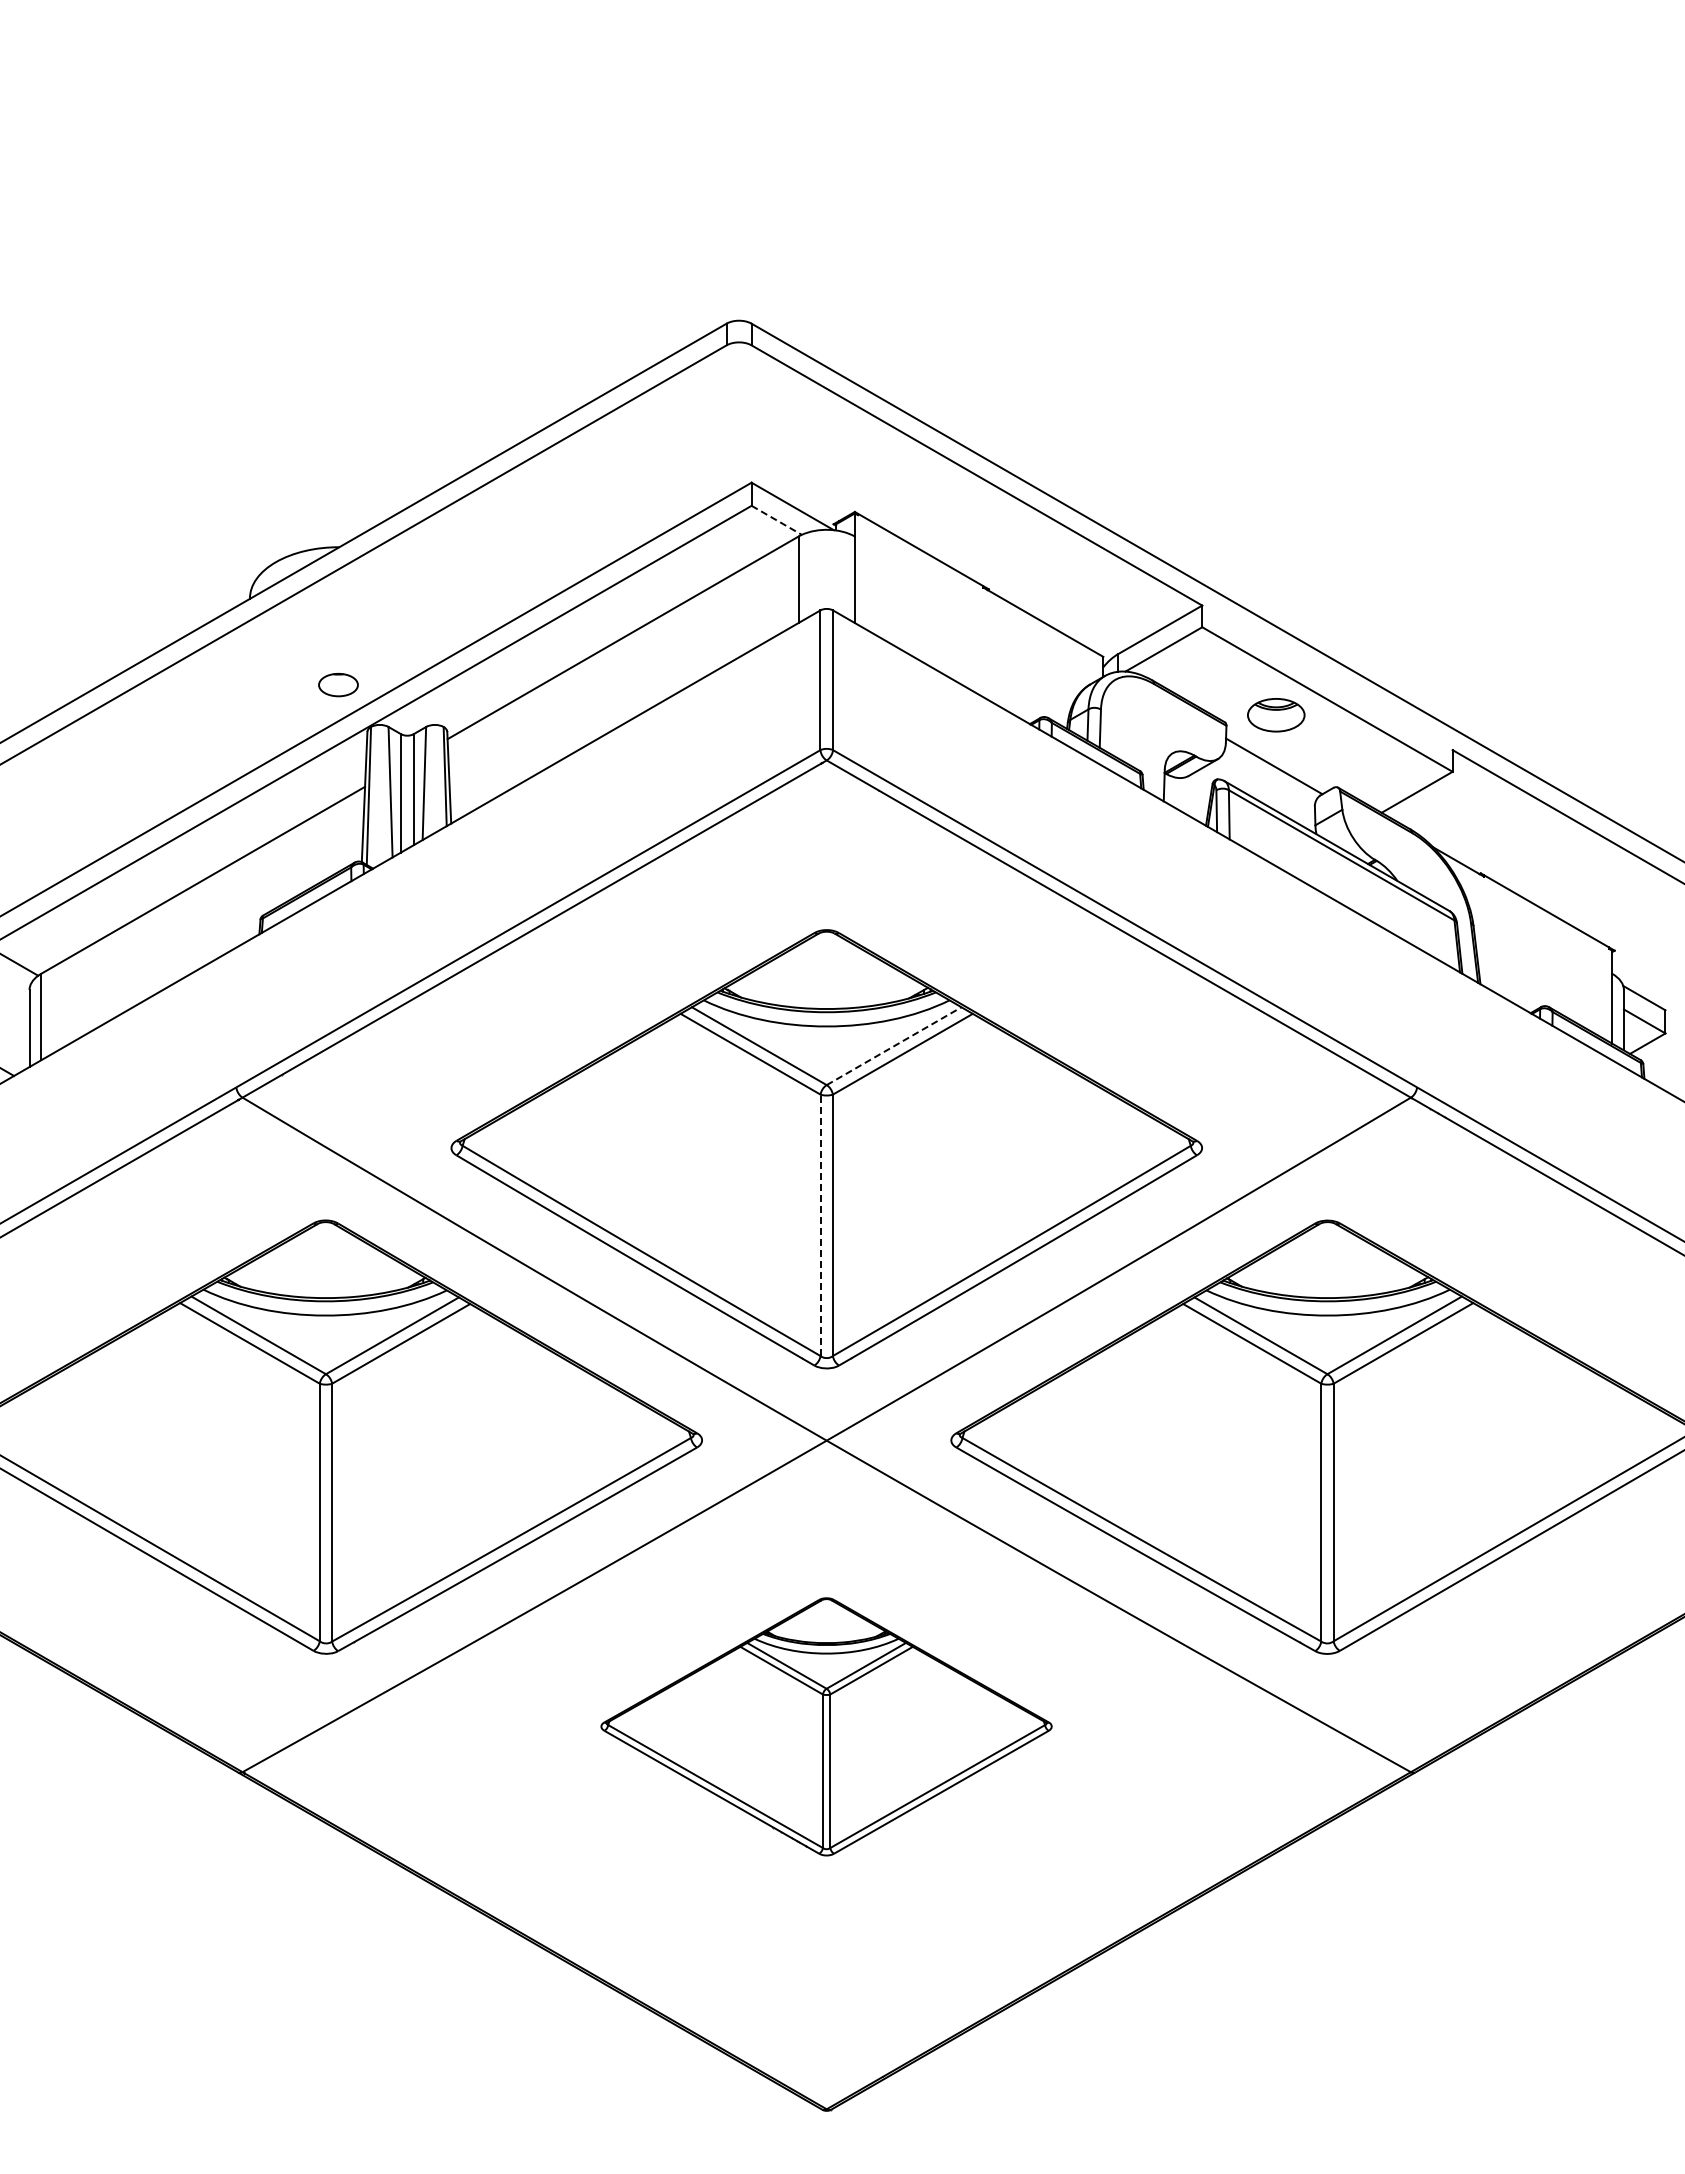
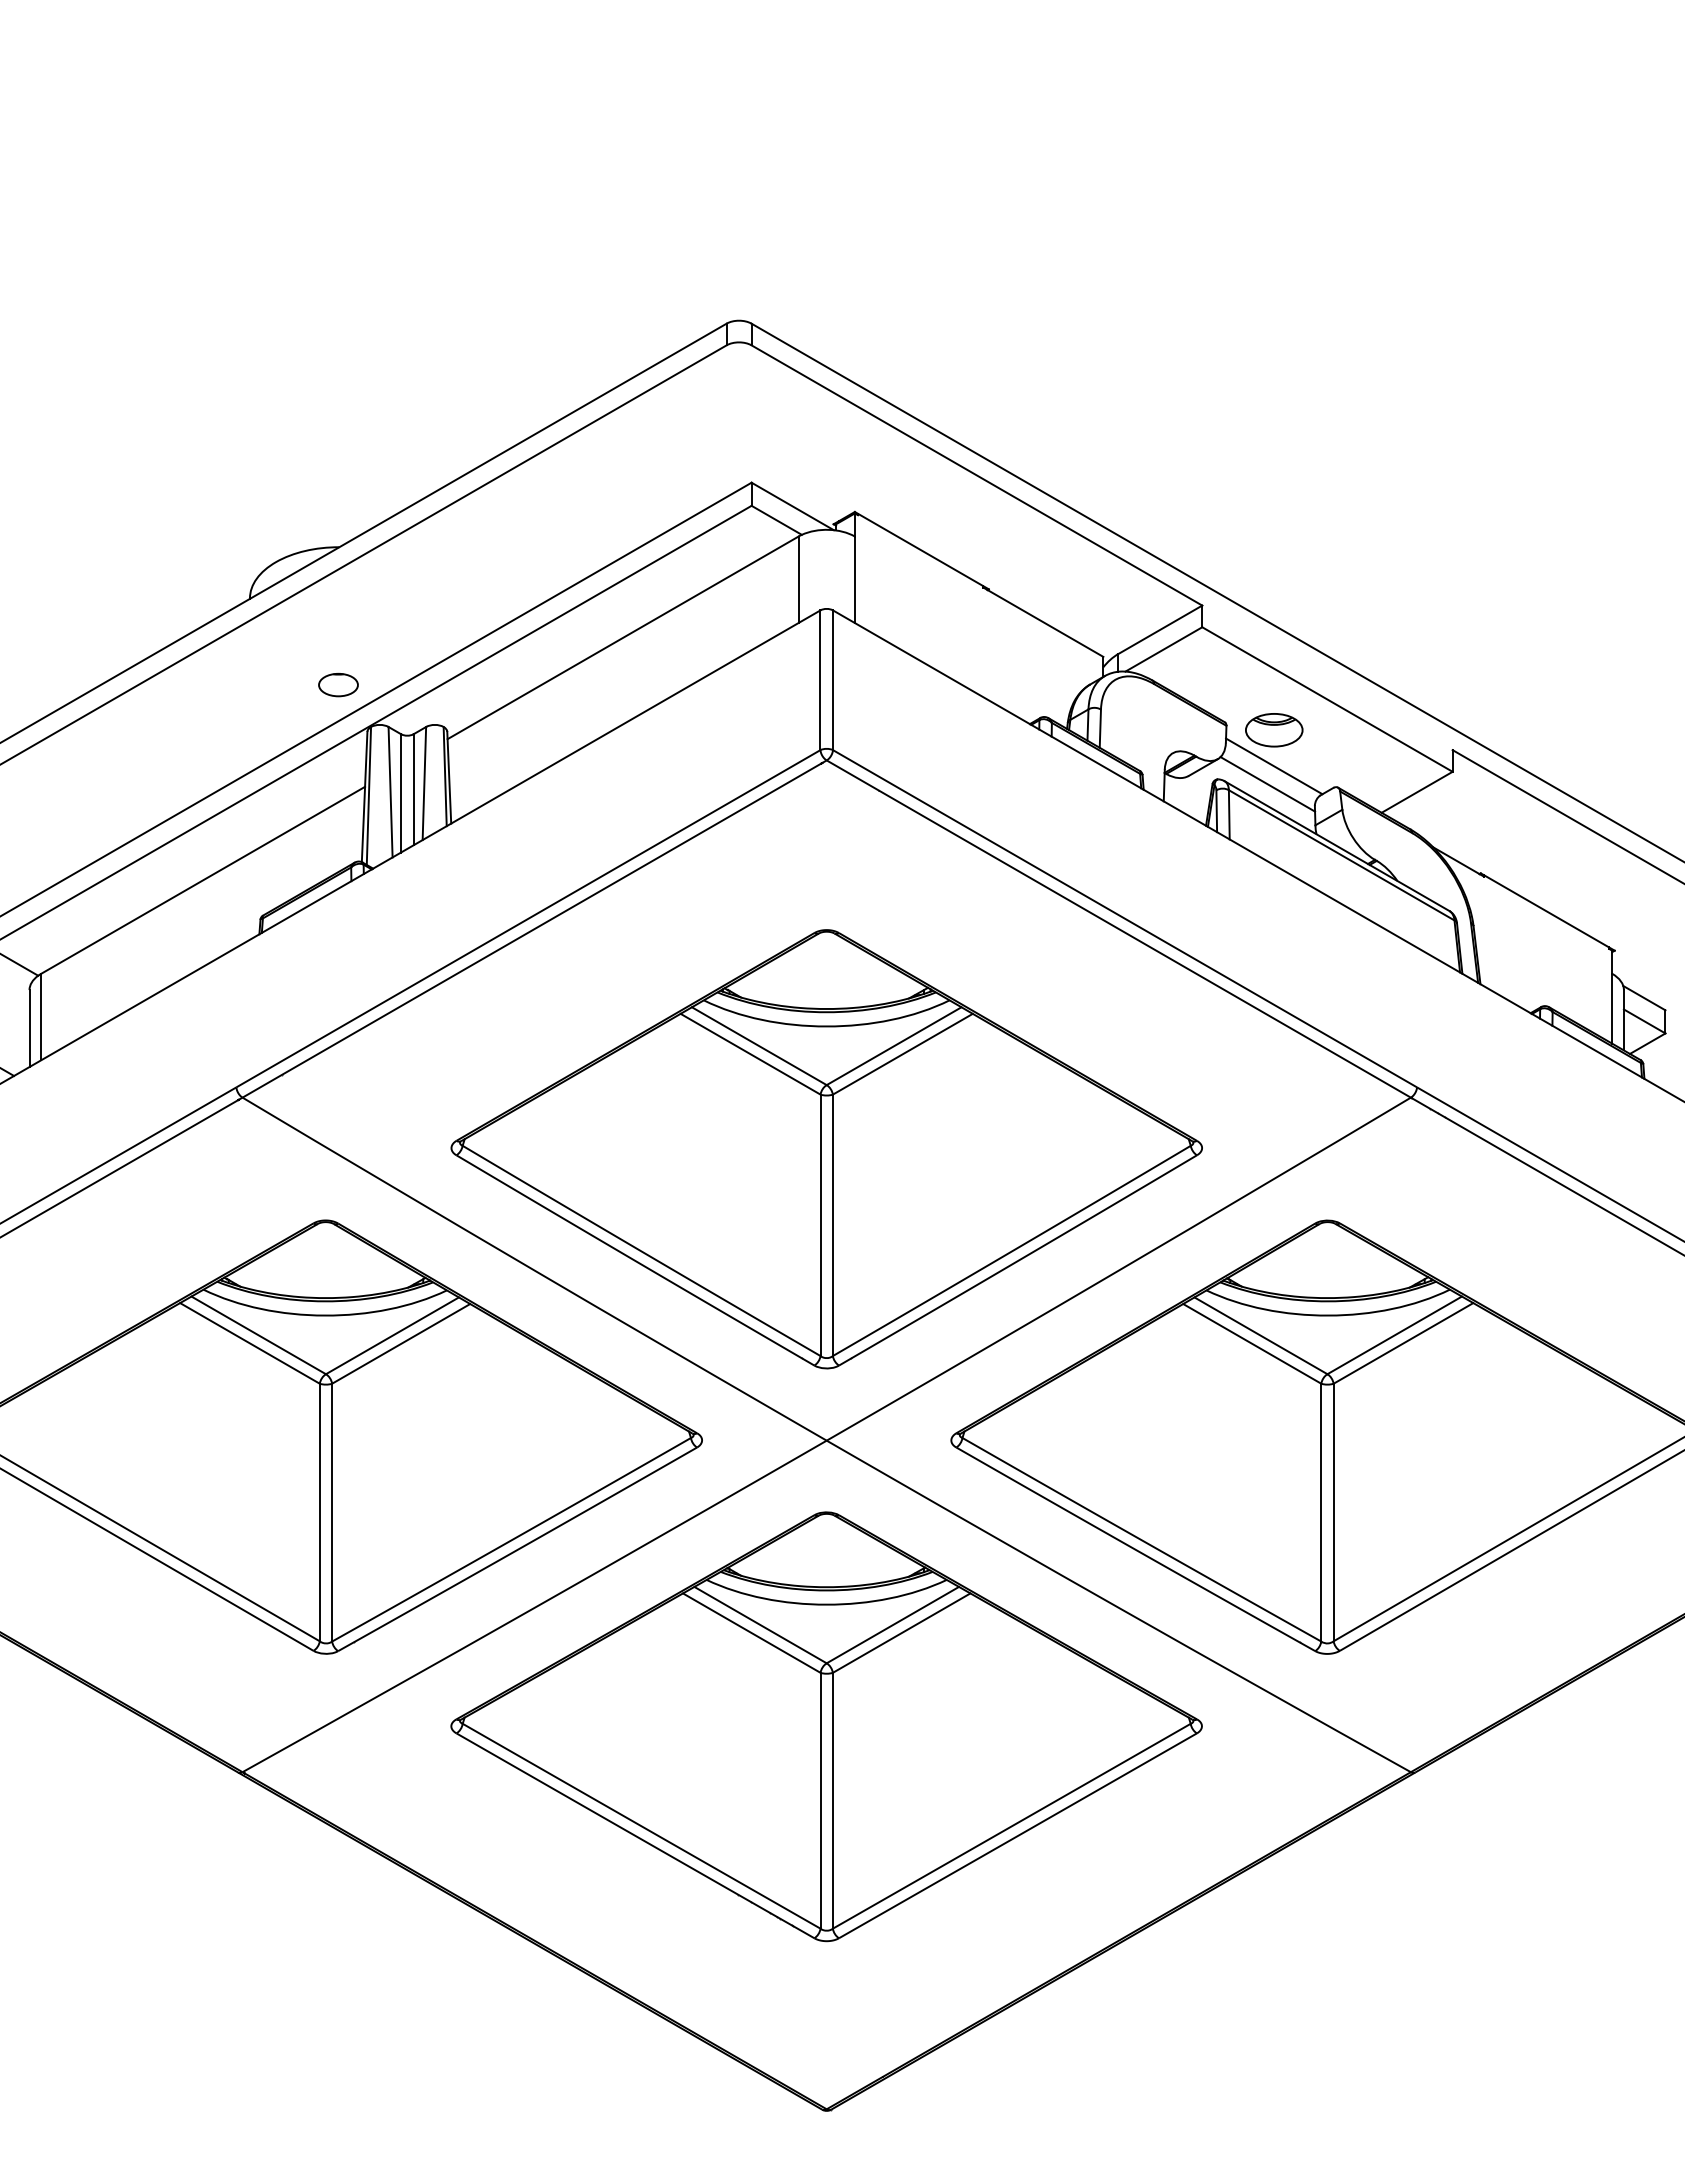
line at (777, 520): dashed -> solid
part at (1276, 715) position: (1276, 715) -> (1274, 730)
line at (1267, 784): none -> present
line at (894, 1046): dashed -> solid
line at (820, 1225): dashed -> solid
part at (826, 1726) size: 453x260 px -> 753x432 px
